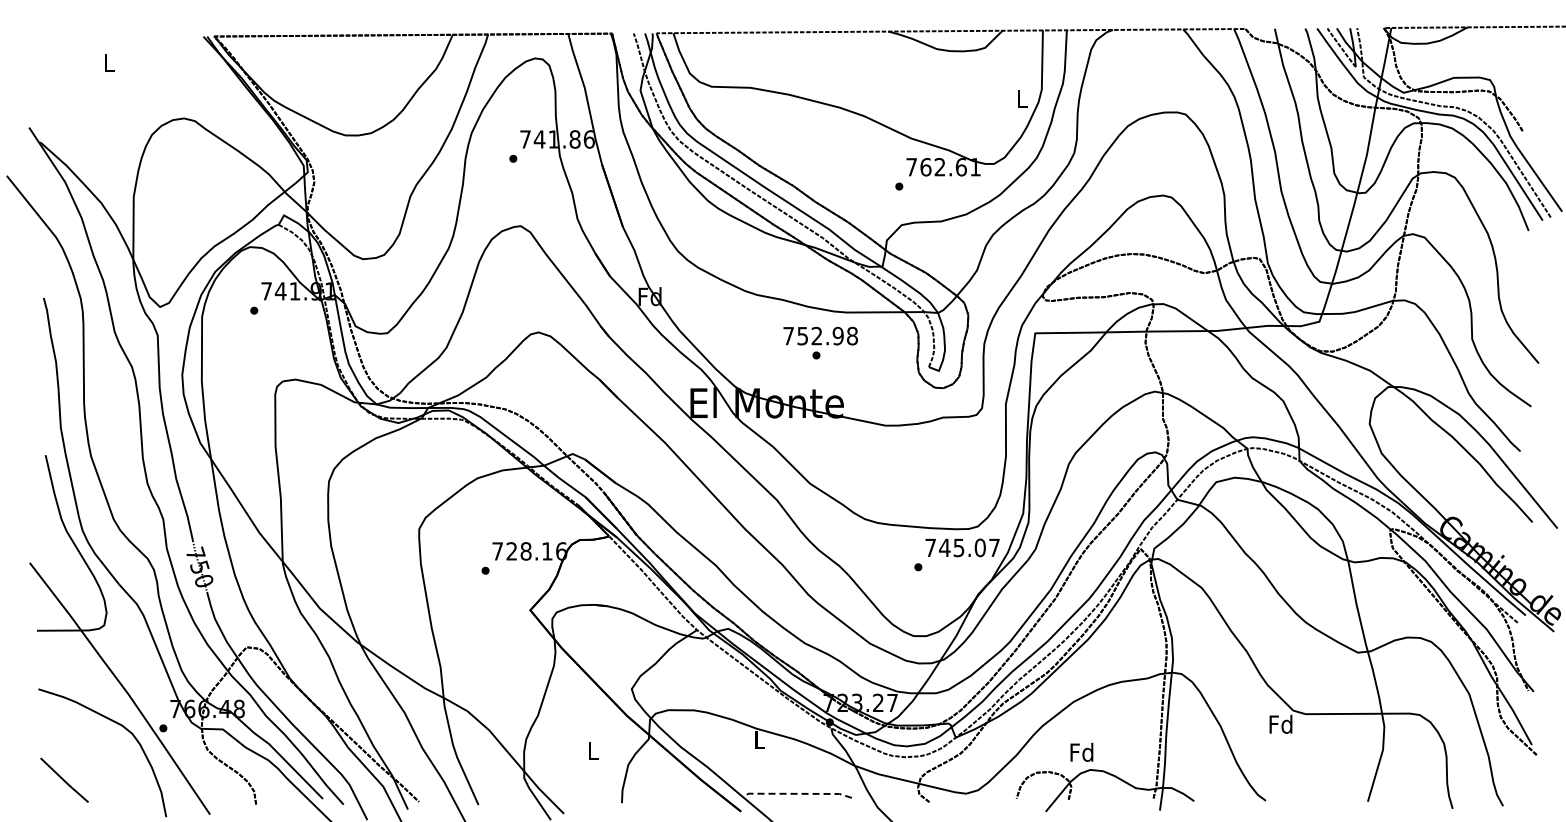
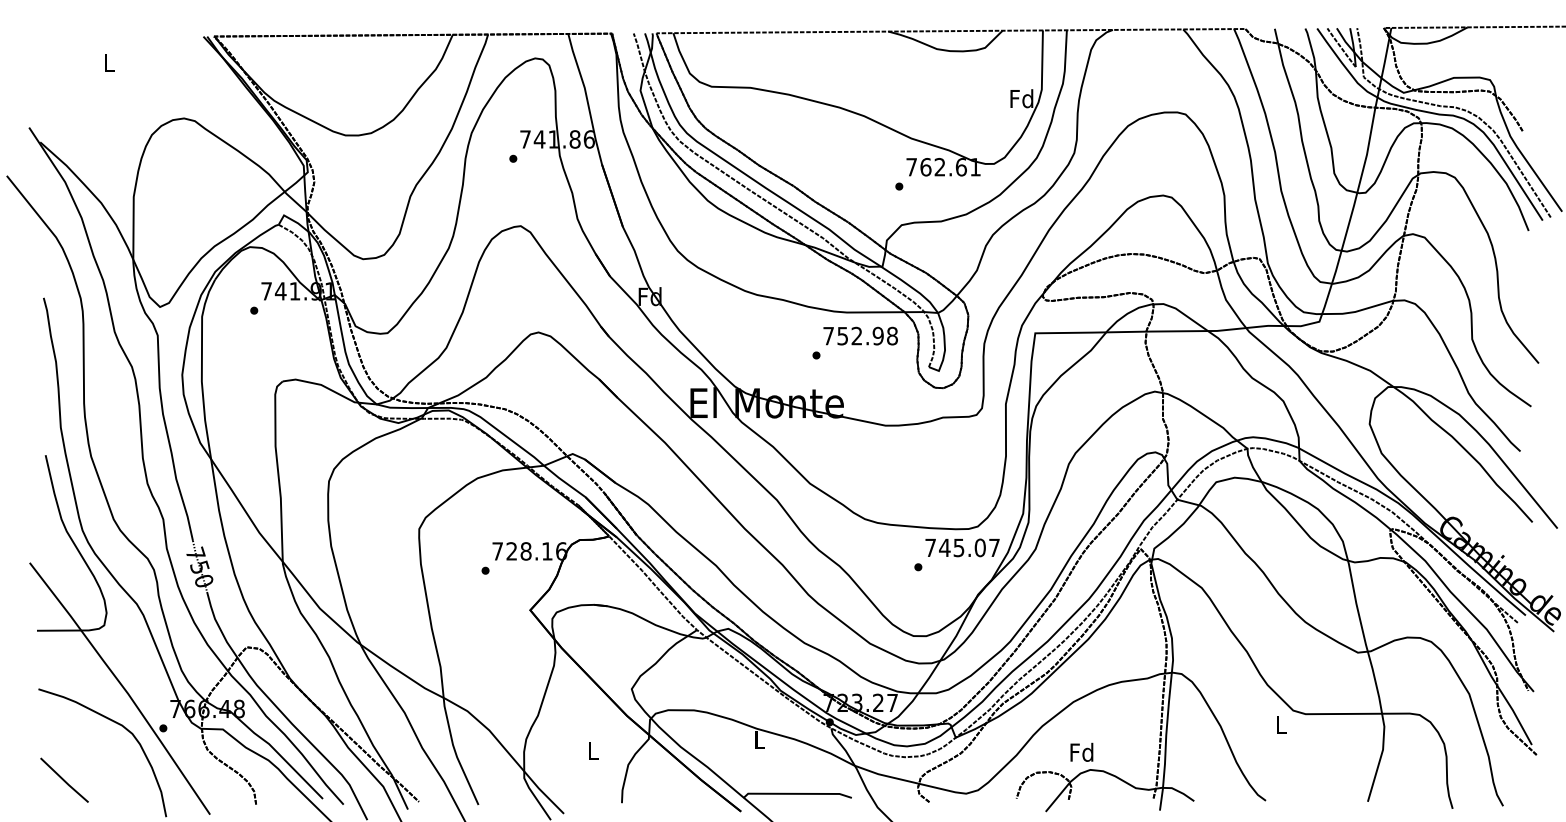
text at (1021, 98): L -> Fd
text at (820, 335) position: (820, 335) -> (860, 335)
text at (1280, 723): Fd -> L
line at (796, 793): dashed -> solid
